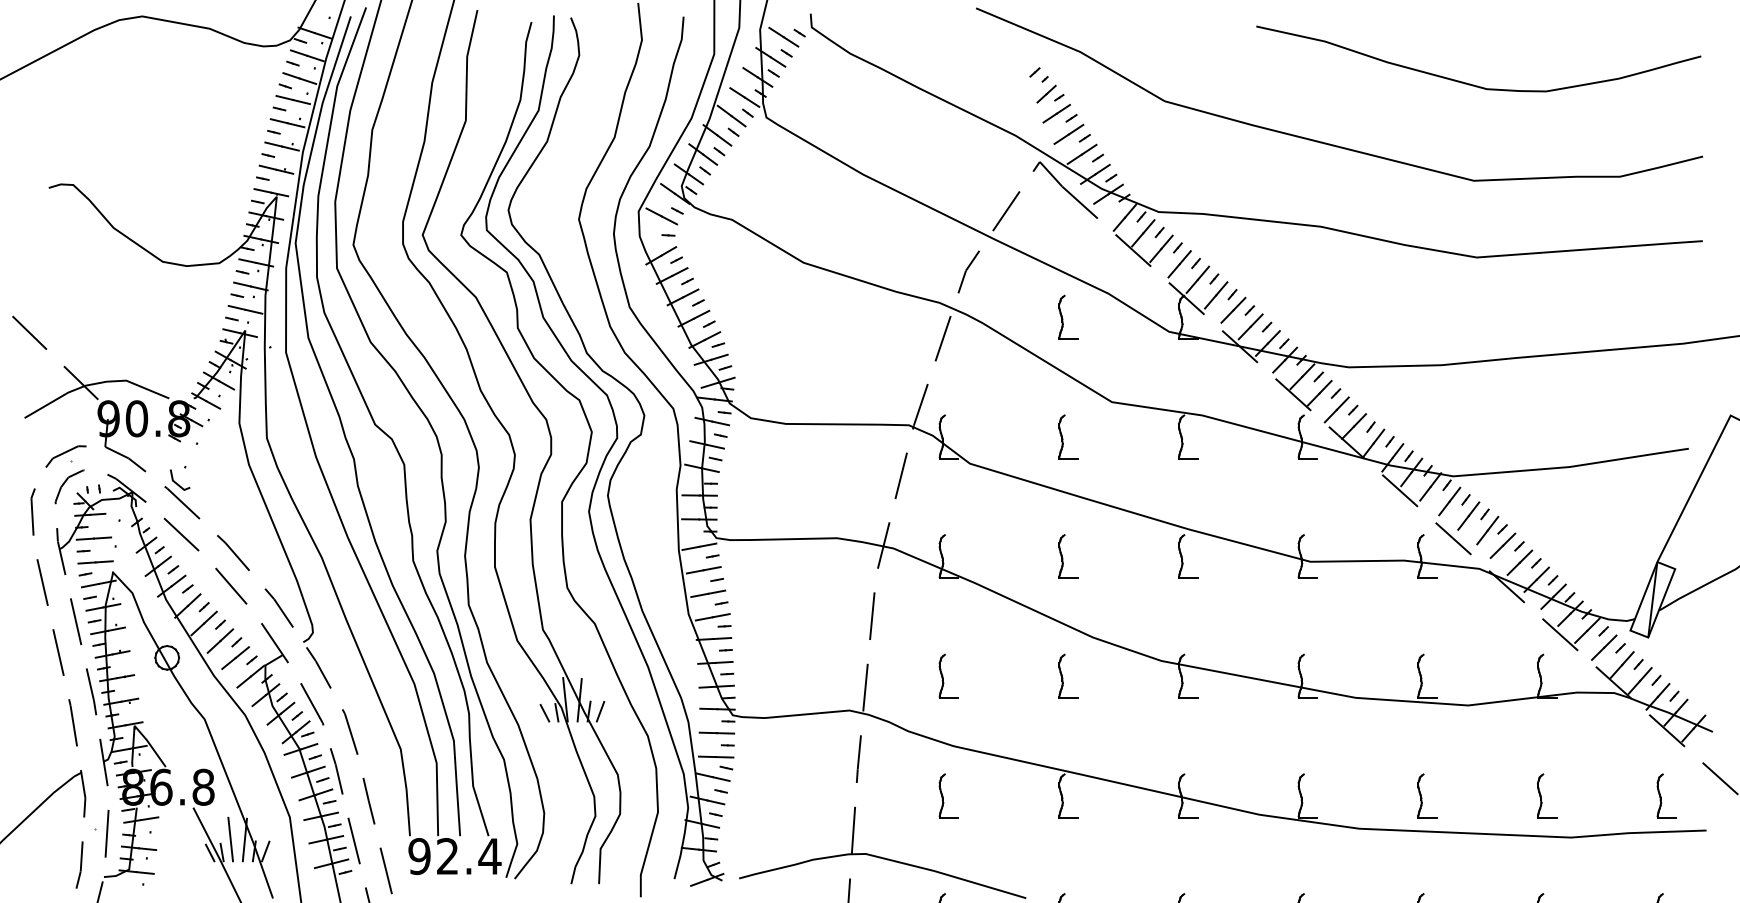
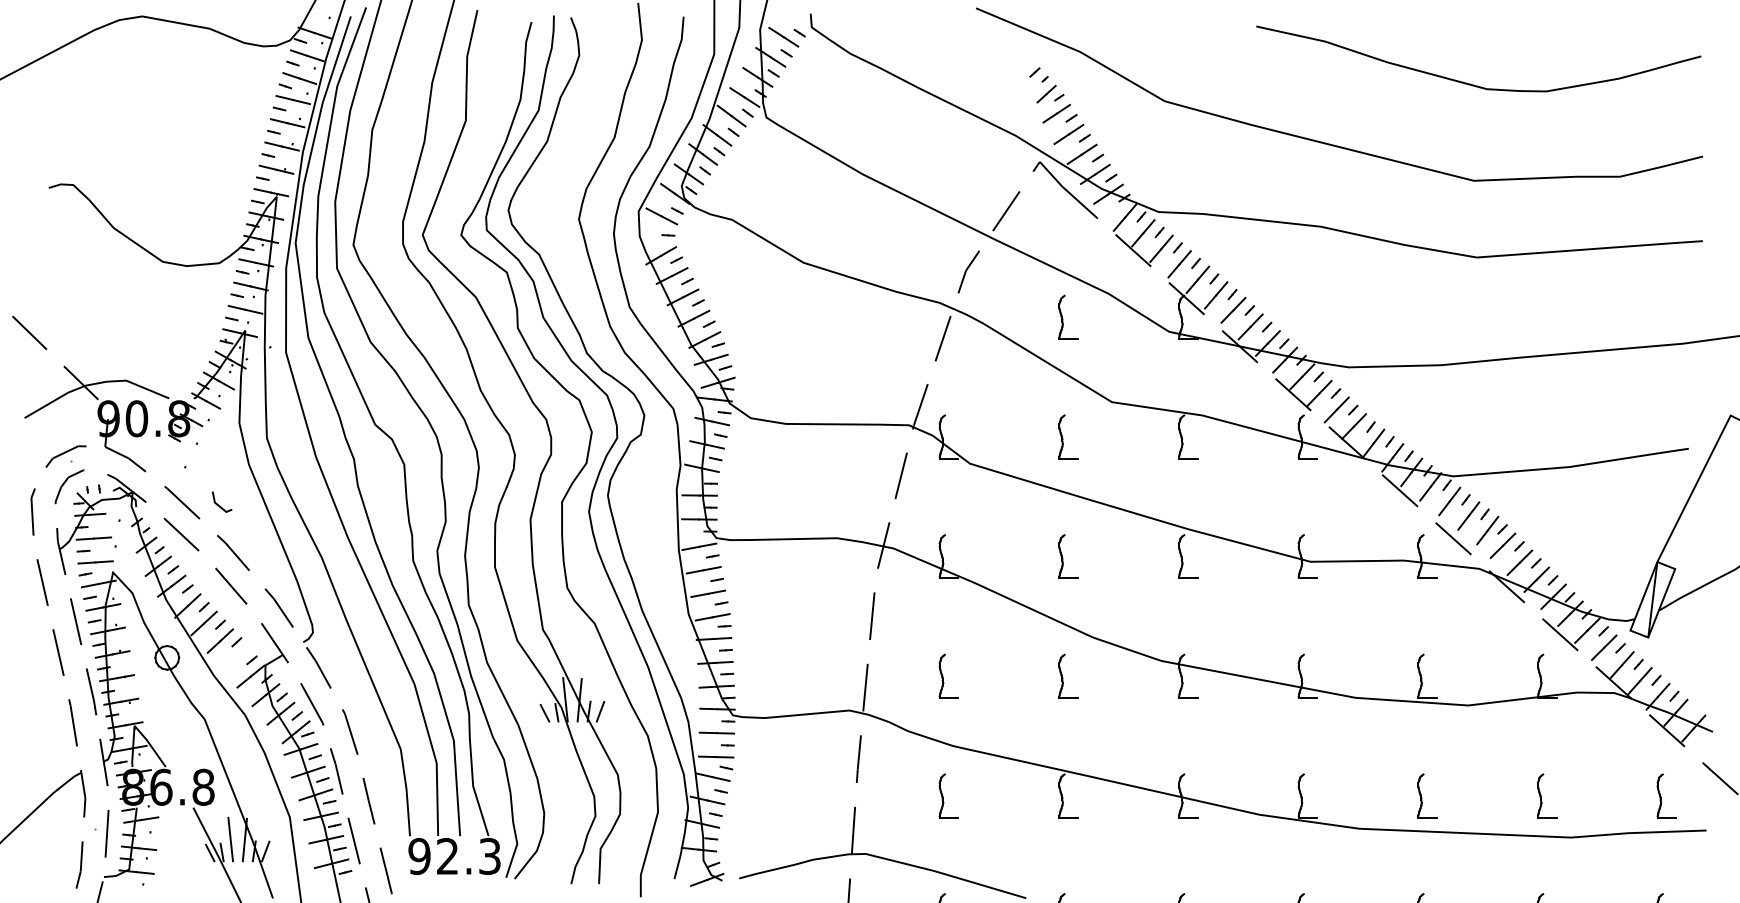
line at (178, 483) position: (178, 483) -> (220, 505)
line at (235, 657): present -> none
text at (489, 856): 92.4 -> 92.3
